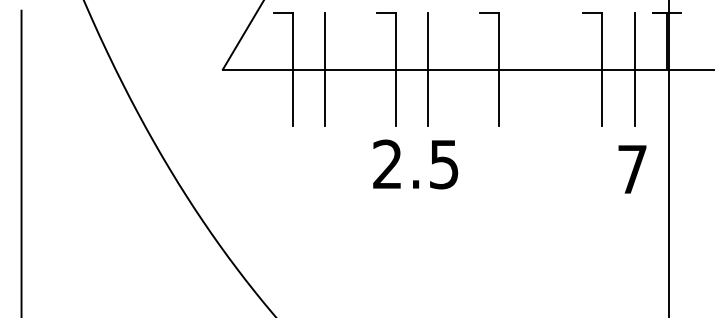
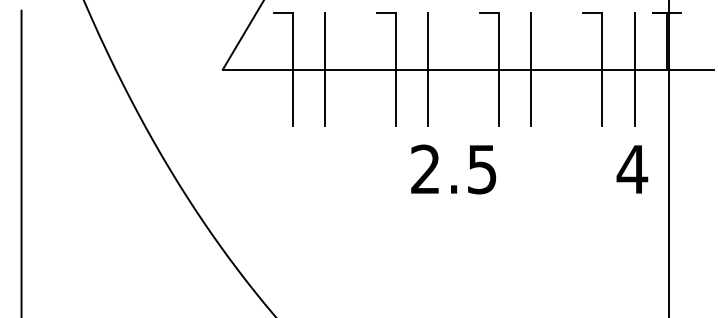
line at (531, 69): none -> present
text at (415, 164) position: (415, 164) -> (453, 169)
text at (632, 169): 7 -> 4
